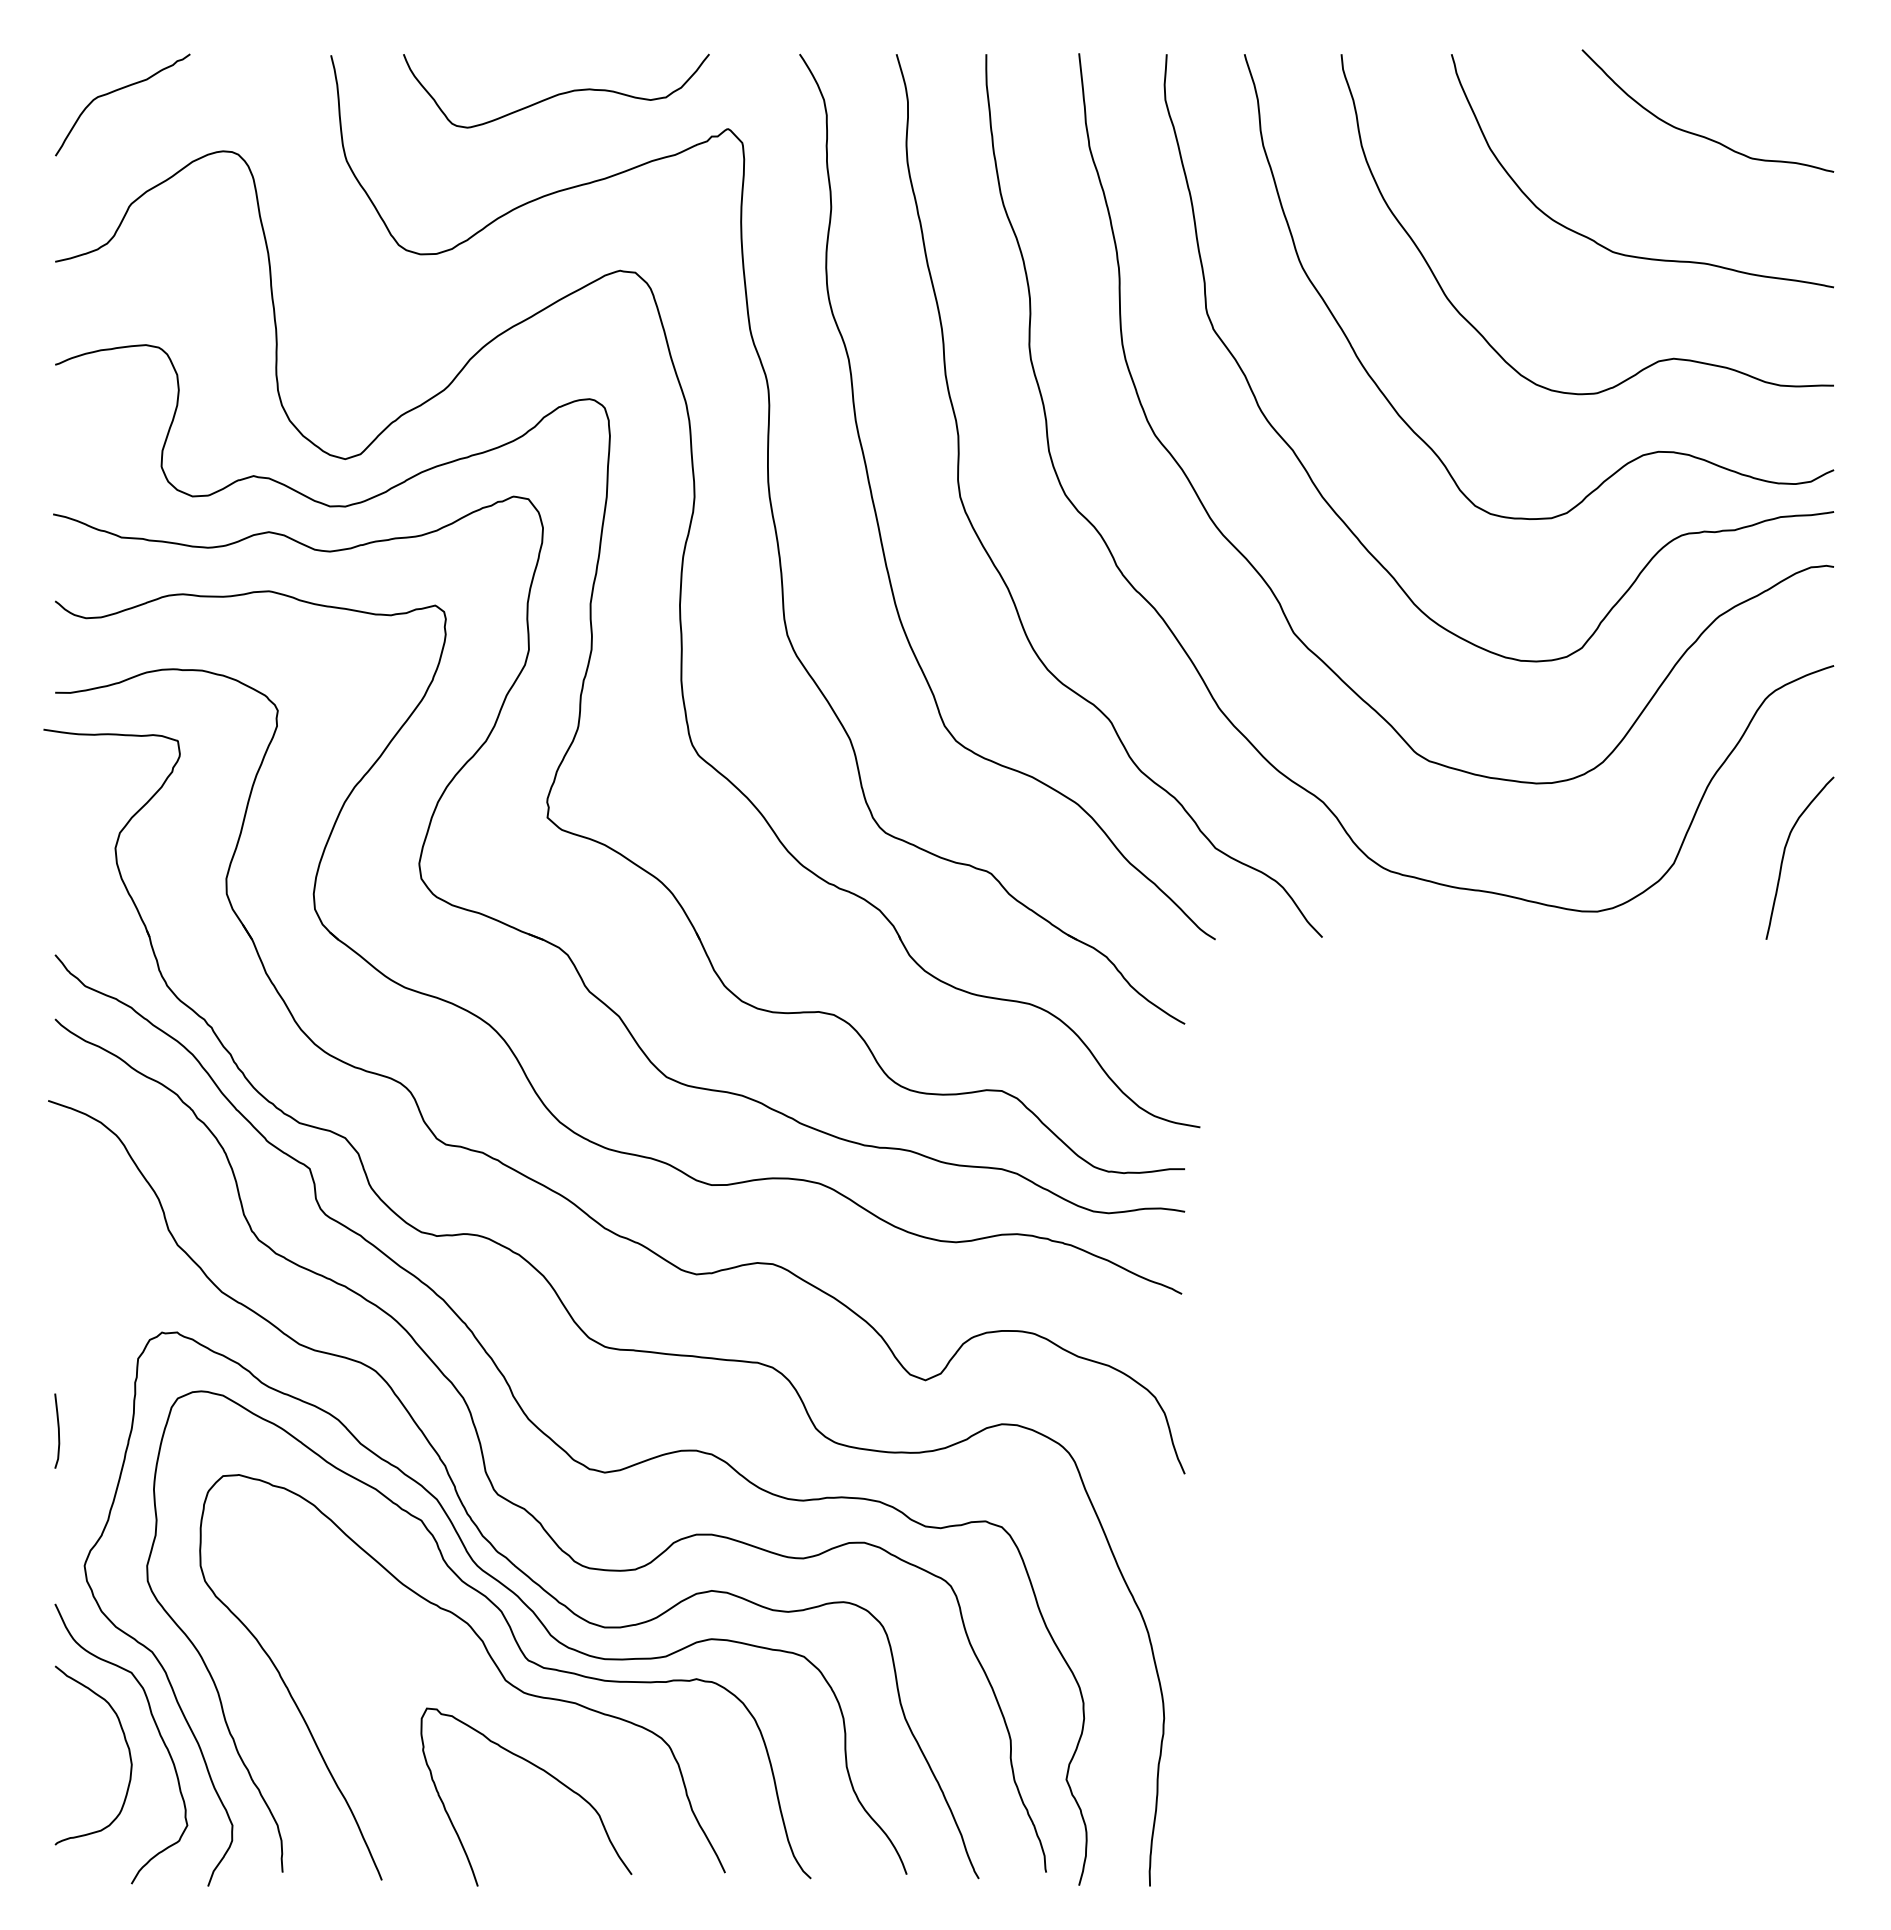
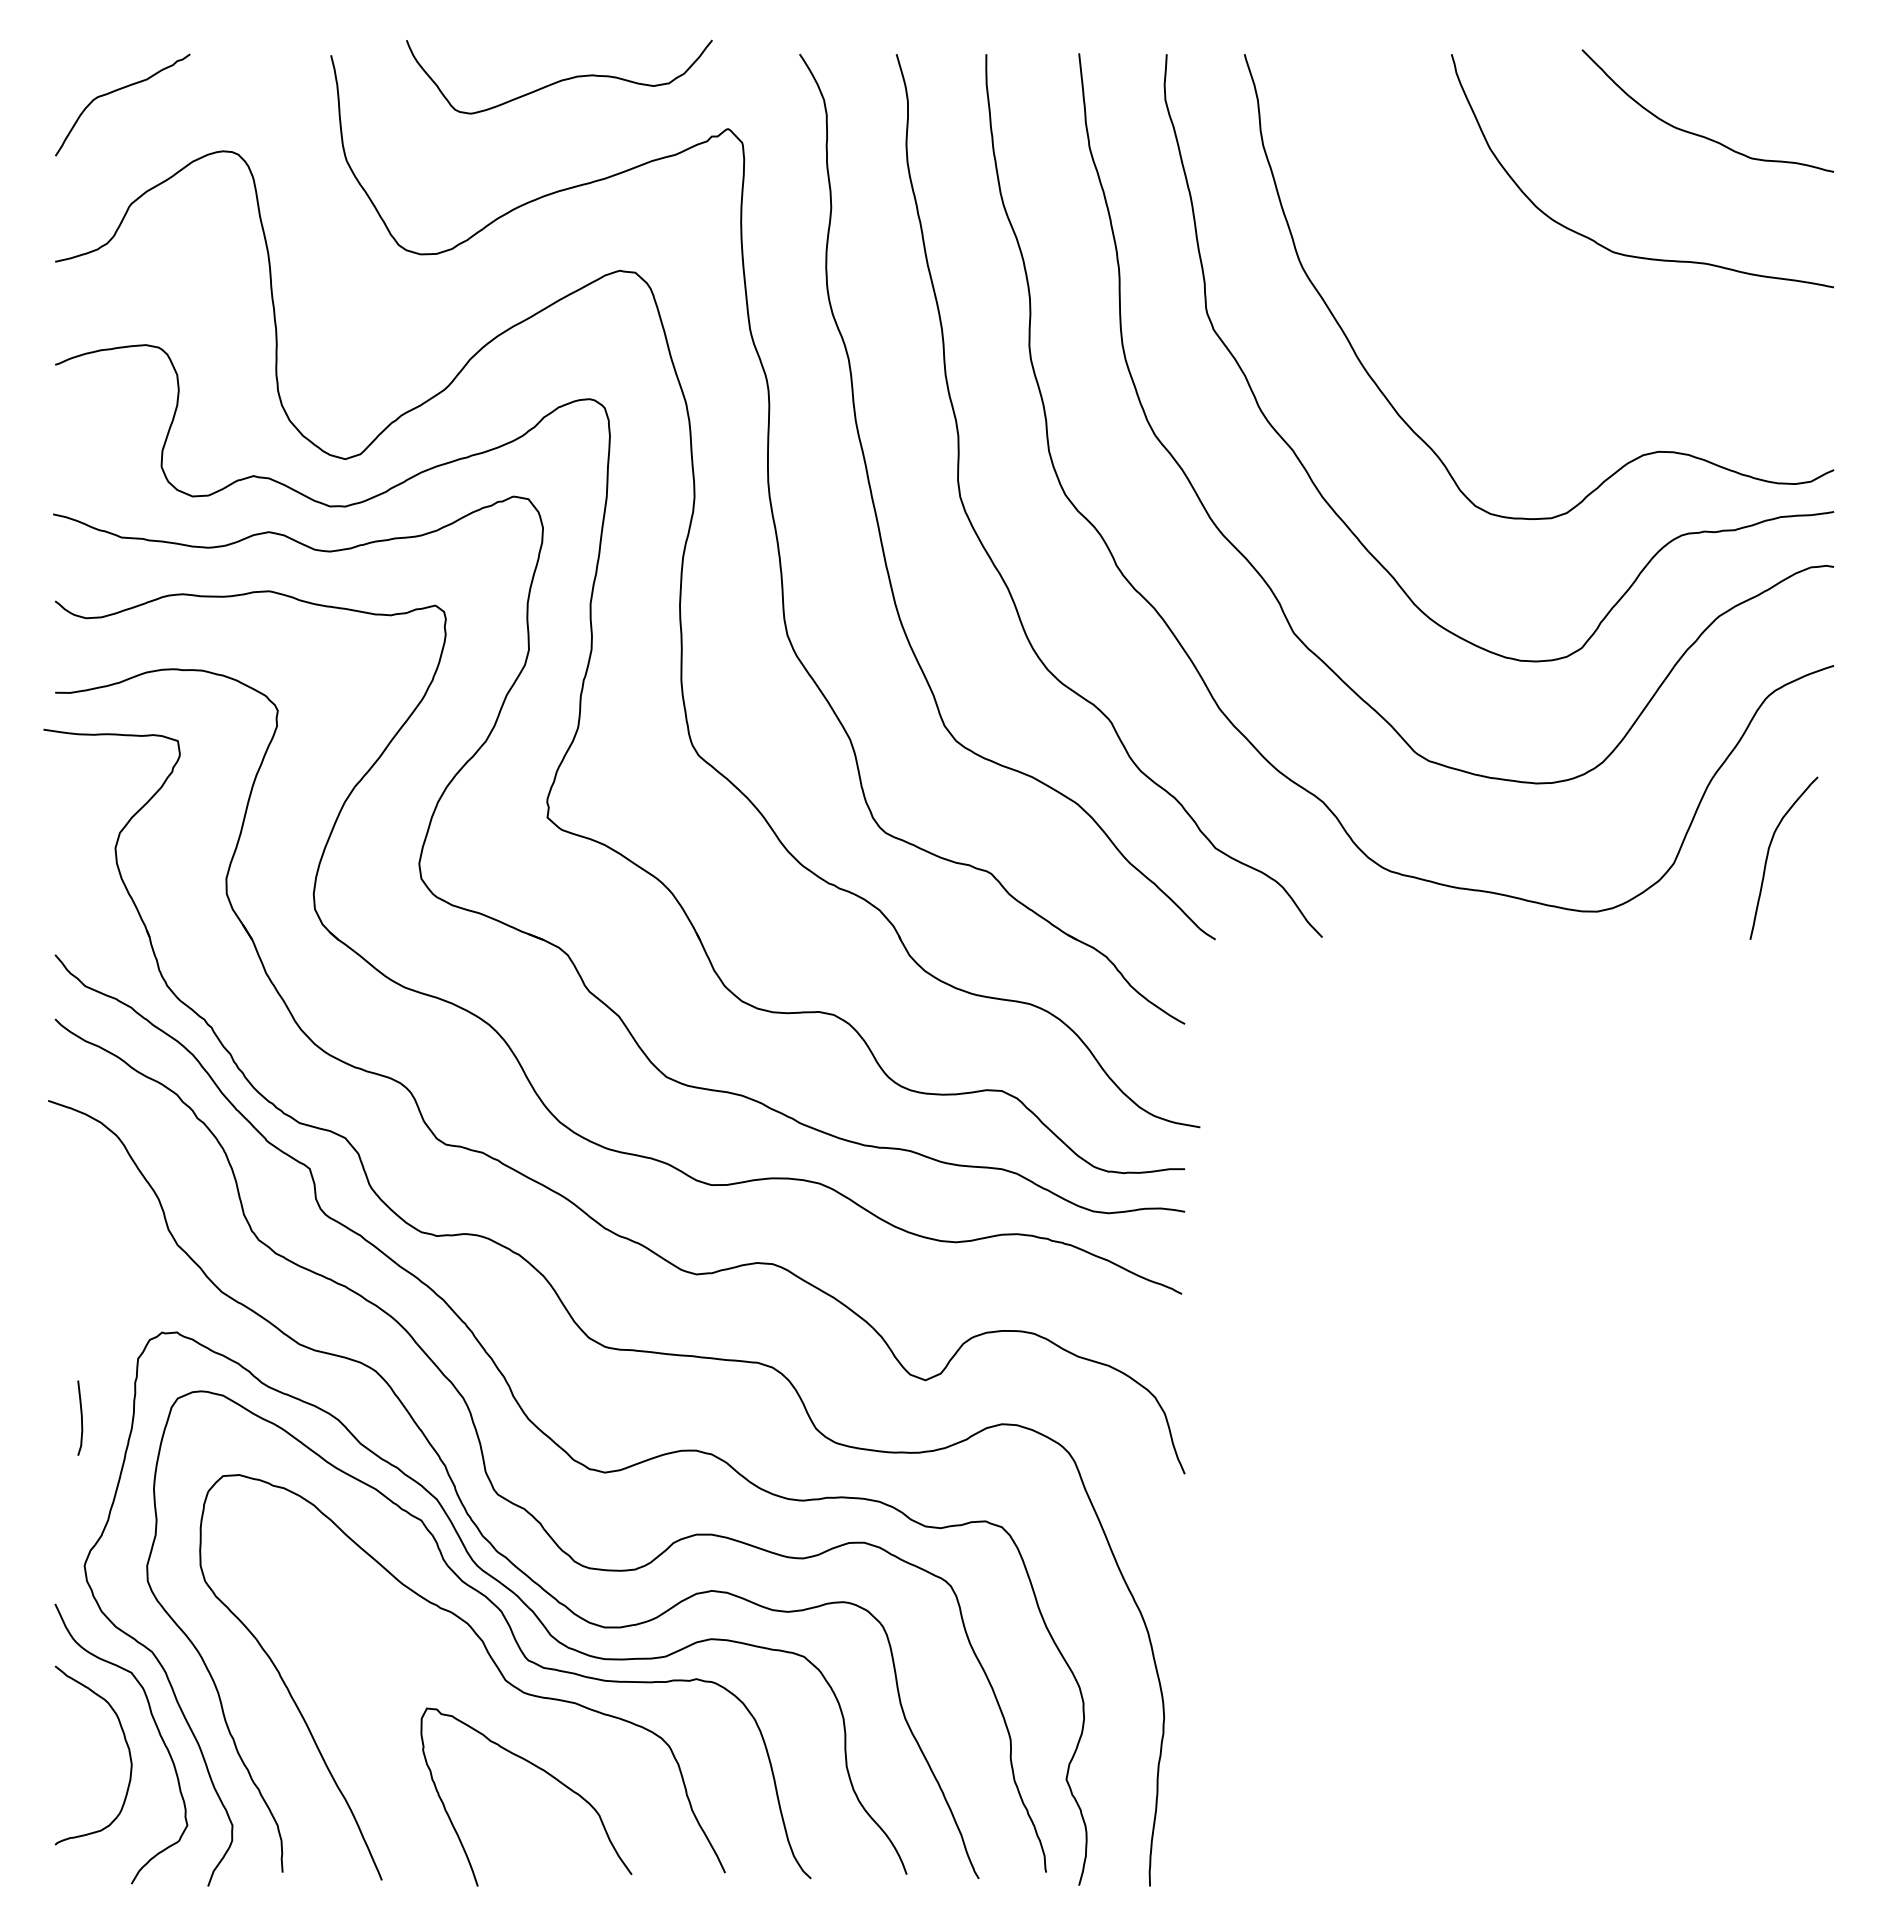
curve at (558, 93) position: (558, 93) -> (561, 79)
curve at (1479, 331): present -> none
curve at (1784, 856) position: (1784, 856) -> (1768, 856)
curve at (58, 1430) position: (58, 1430) -> (81, 1417)
